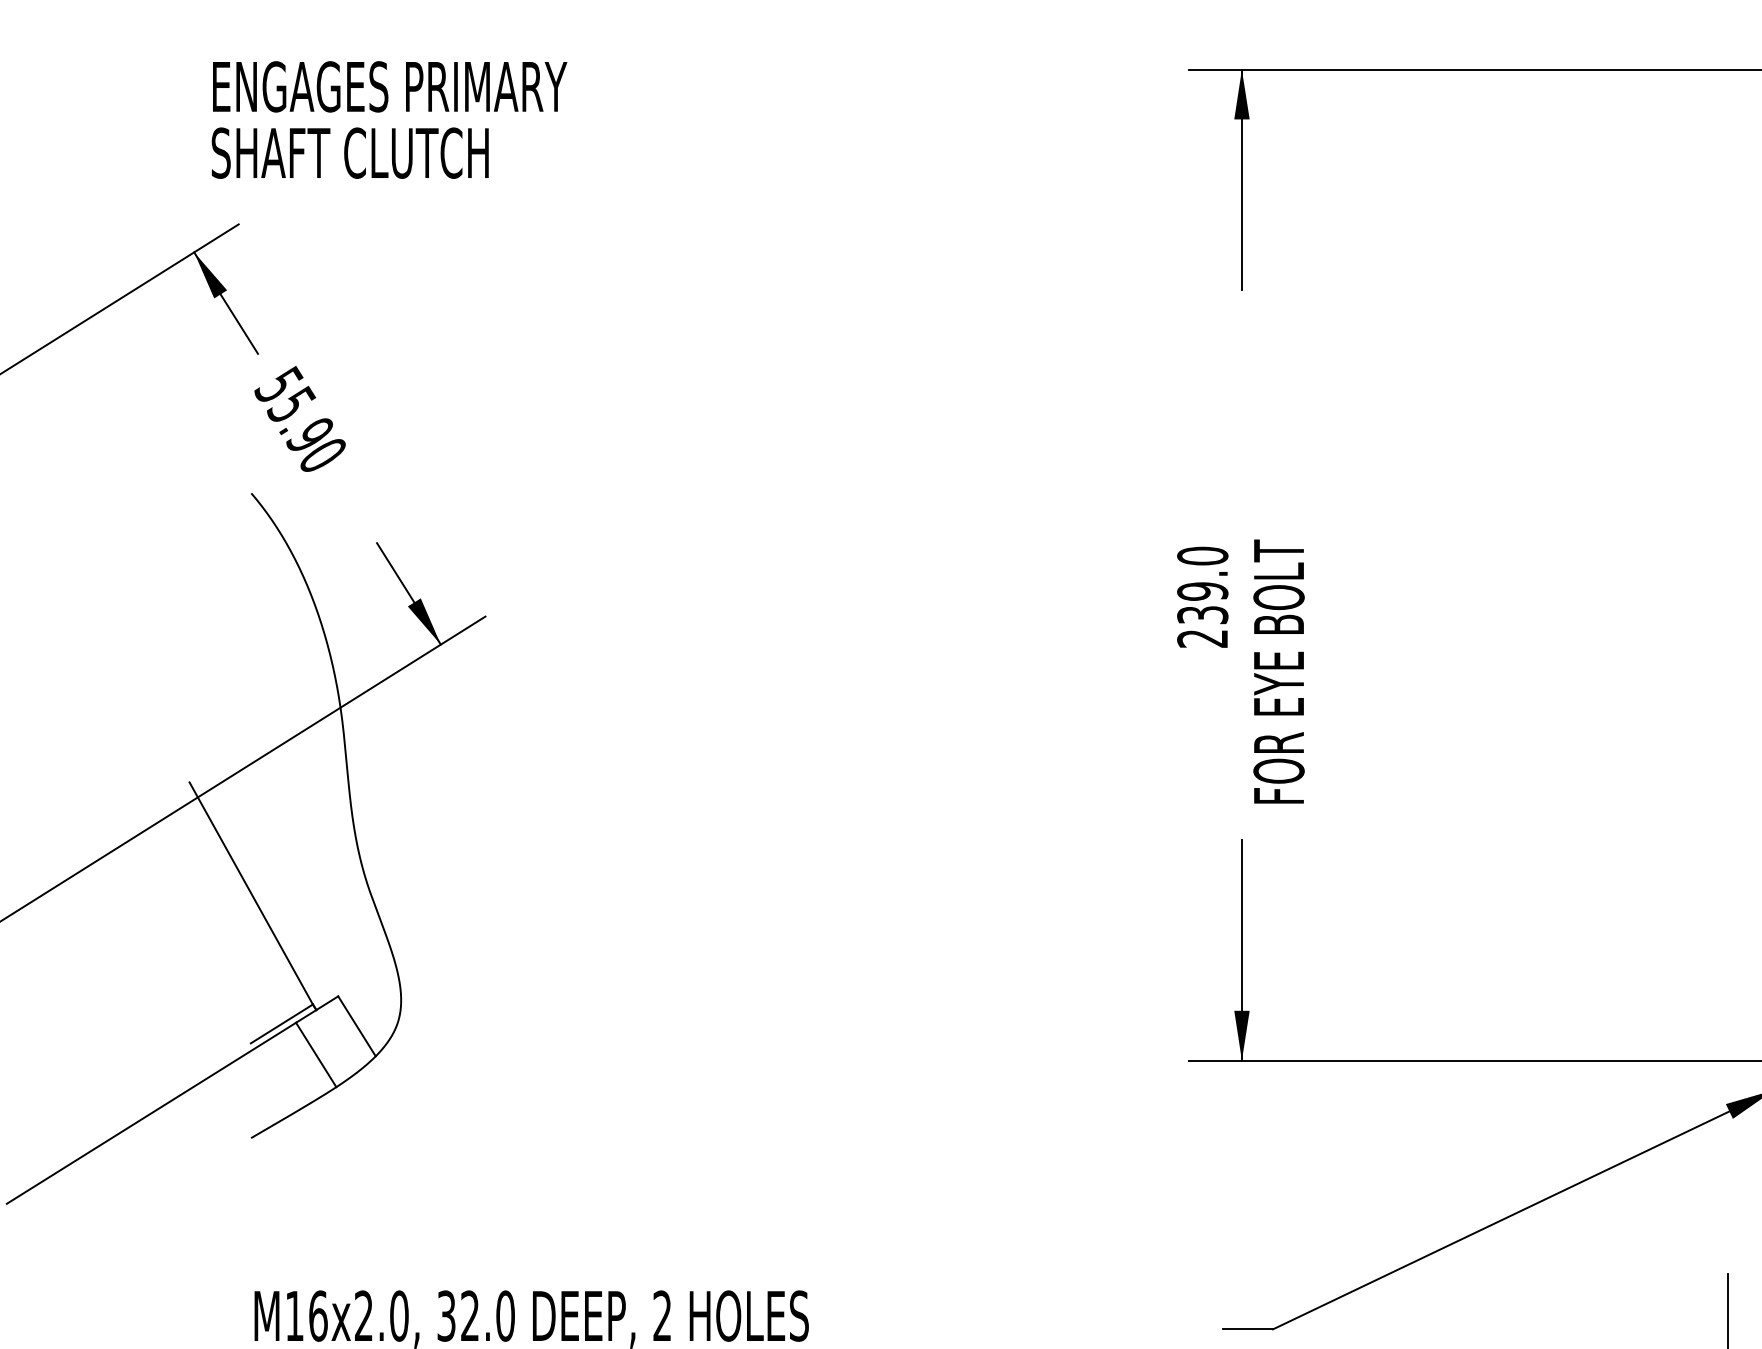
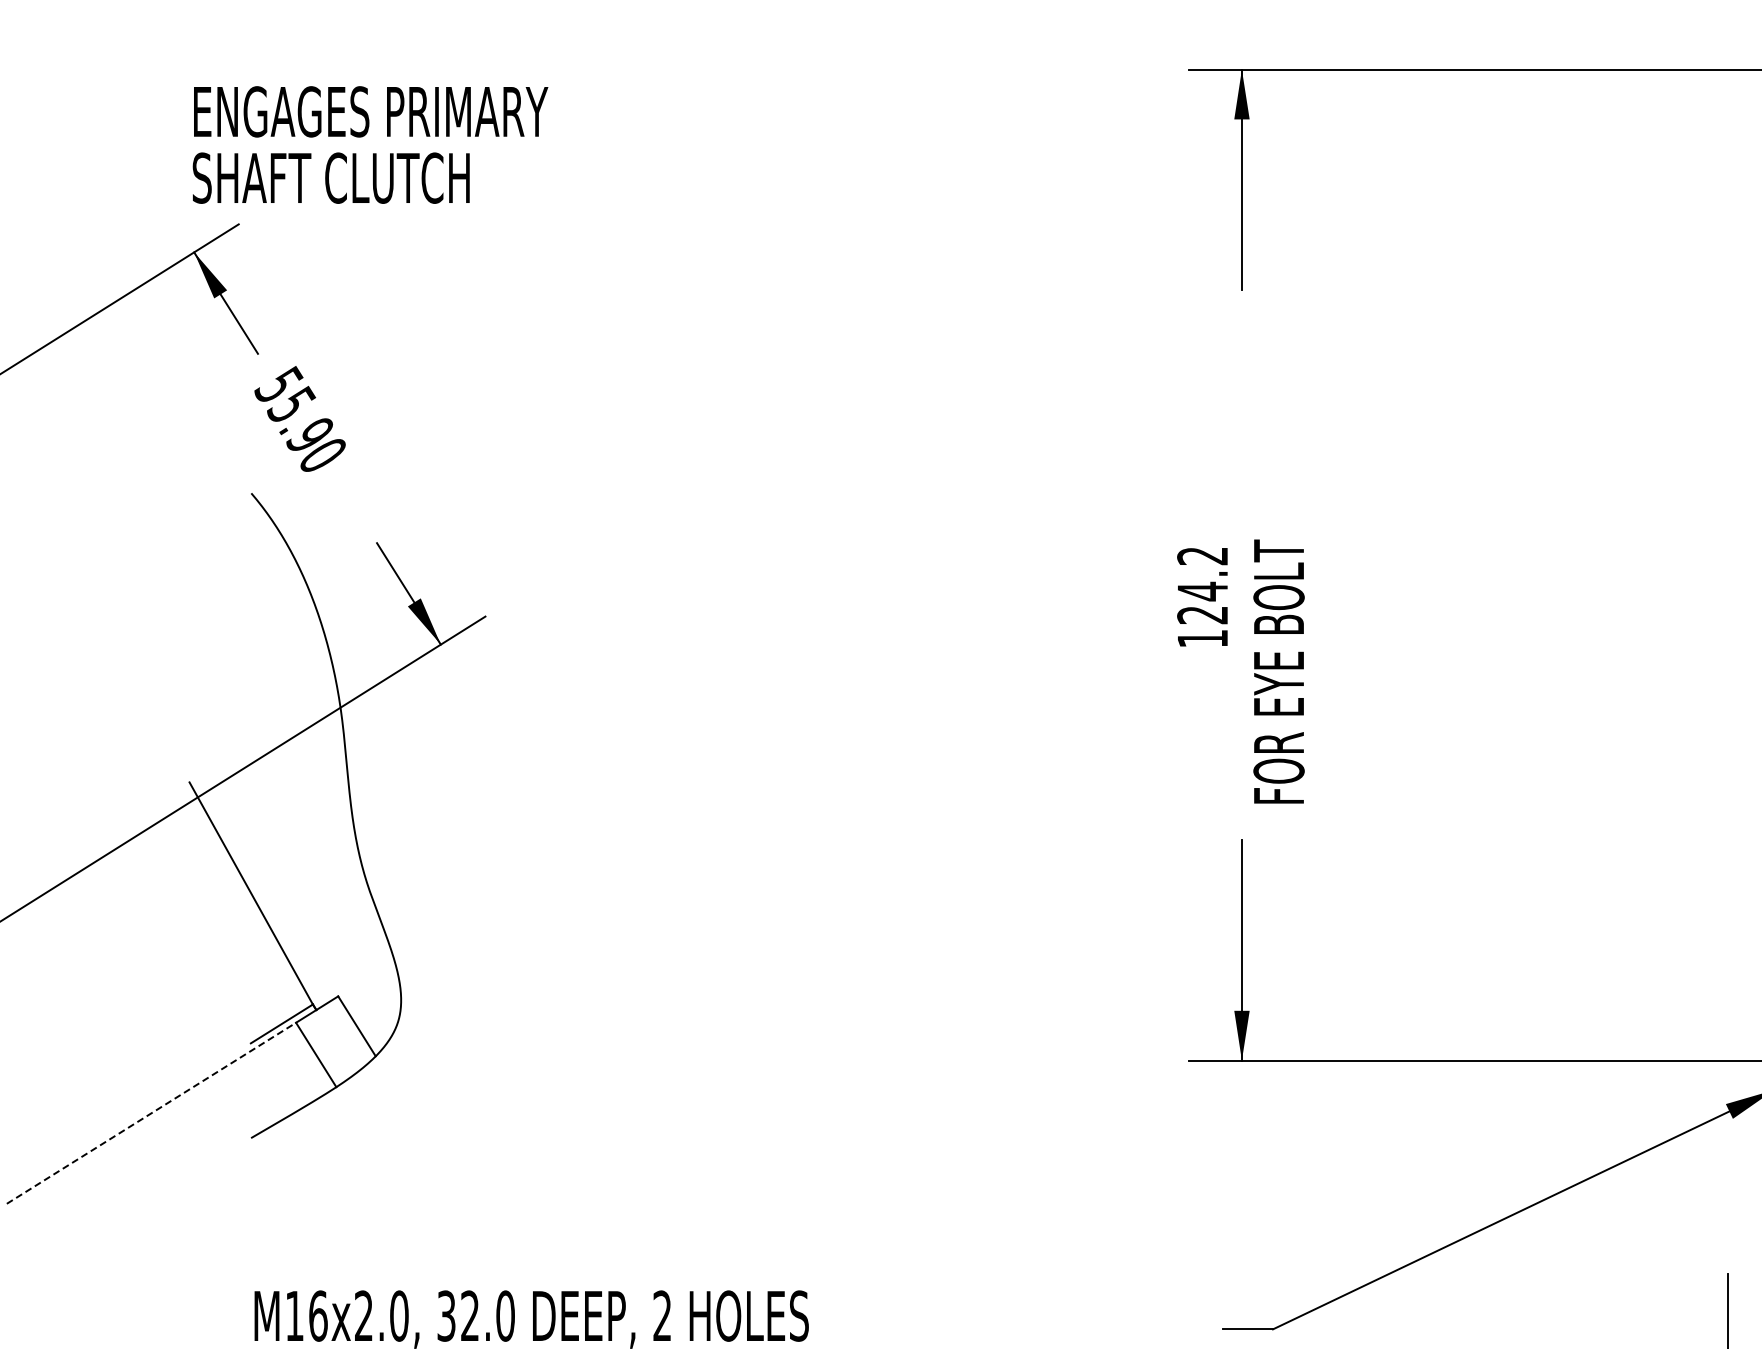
text at (389, 119) position: (389, 119) -> (370, 144)
text at (1202, 596): 239.0 -> 124.2
line at (151, 1113): solid -> dashed
